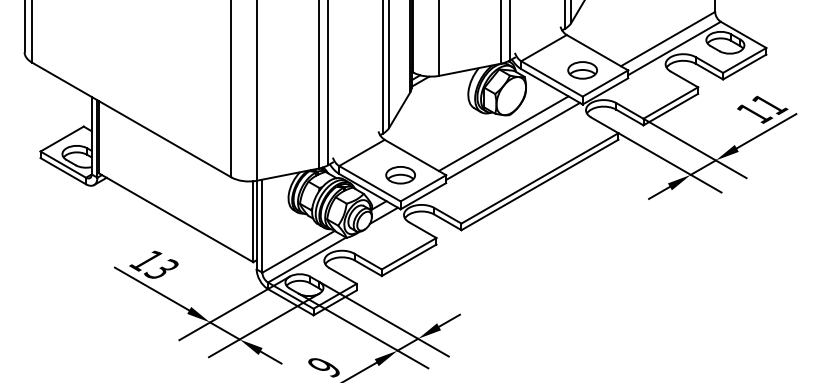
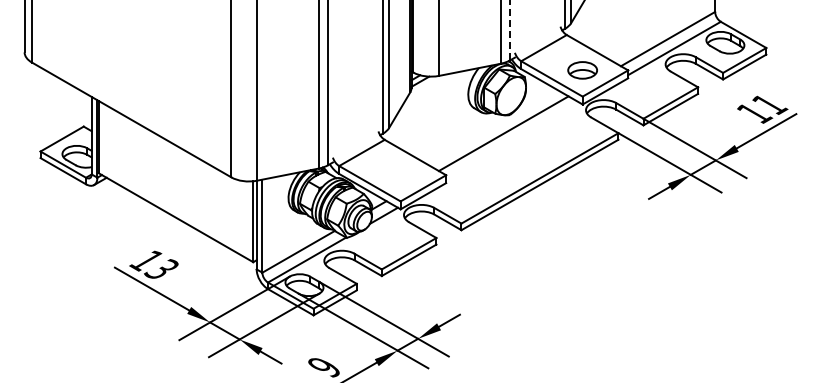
line at (510, 30): solid -> dashed
line at (512, 140): present -> none
part at (400, 175): present -> none
